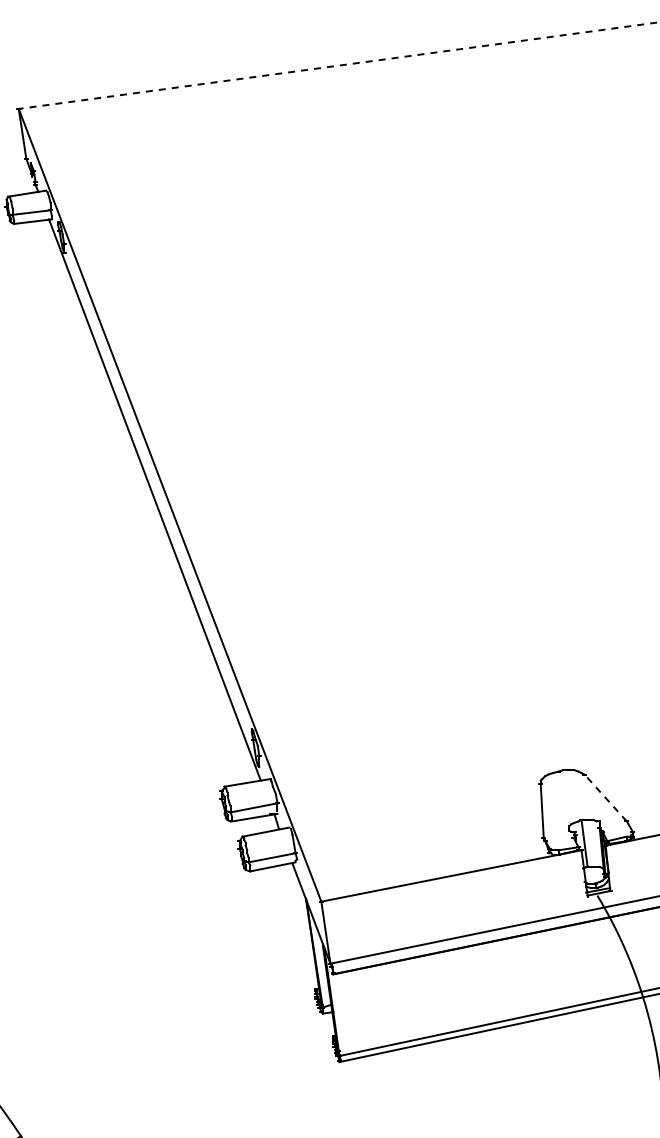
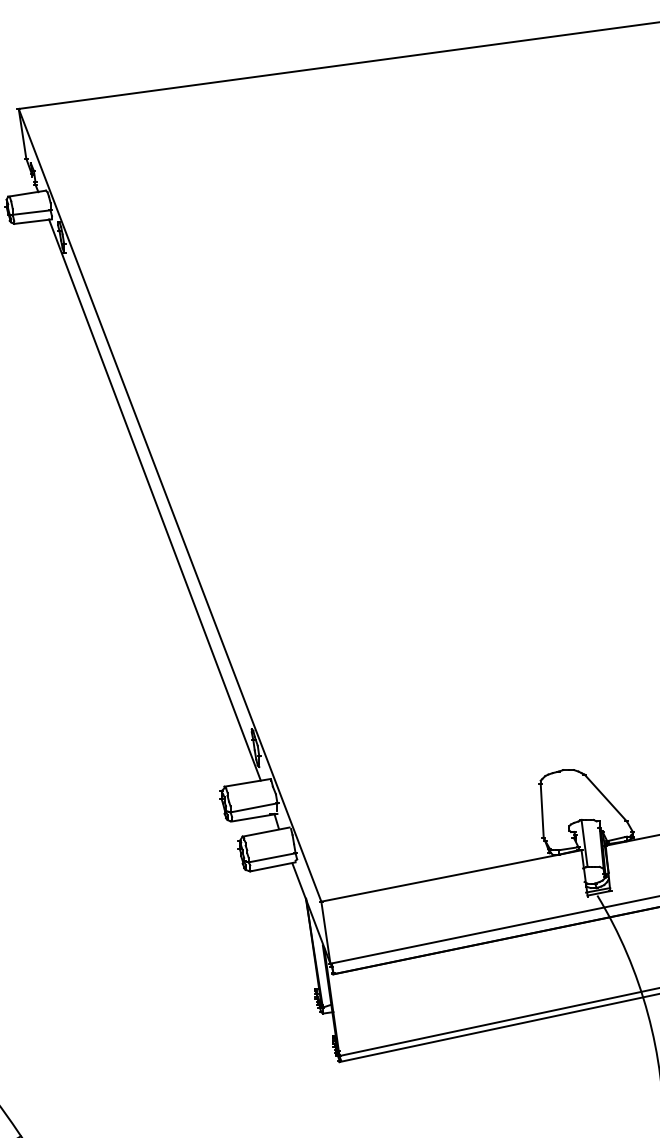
line at (338, 65): dashed -> solid
line at (605, 798): dashed -> solid
